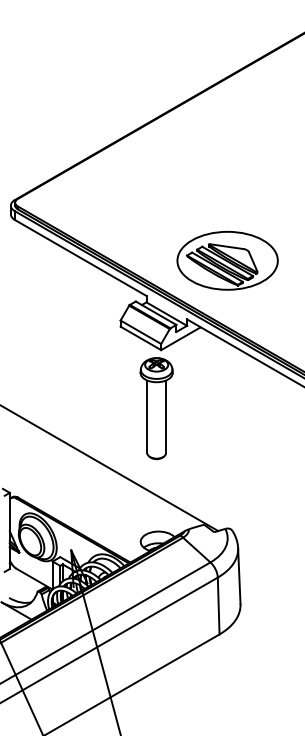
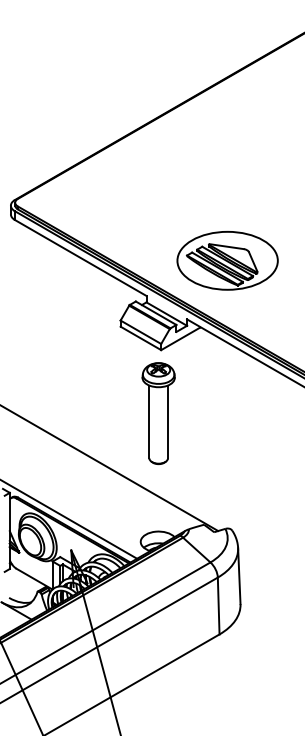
part at (156, 408) position: (156, 408) -> (158, 413)
line at (69, 519): none -> present
